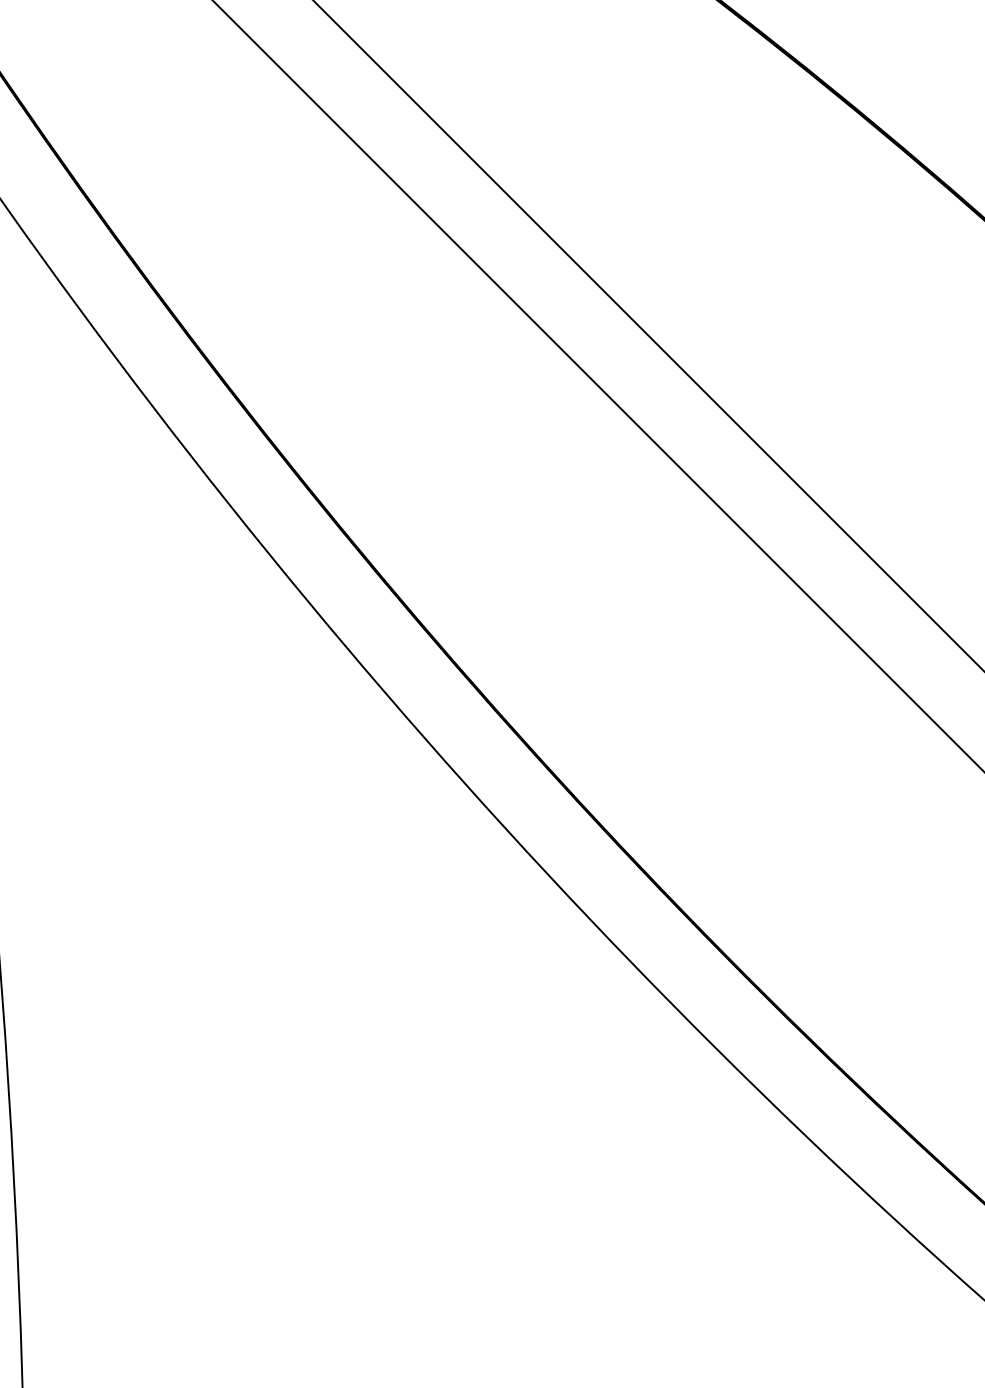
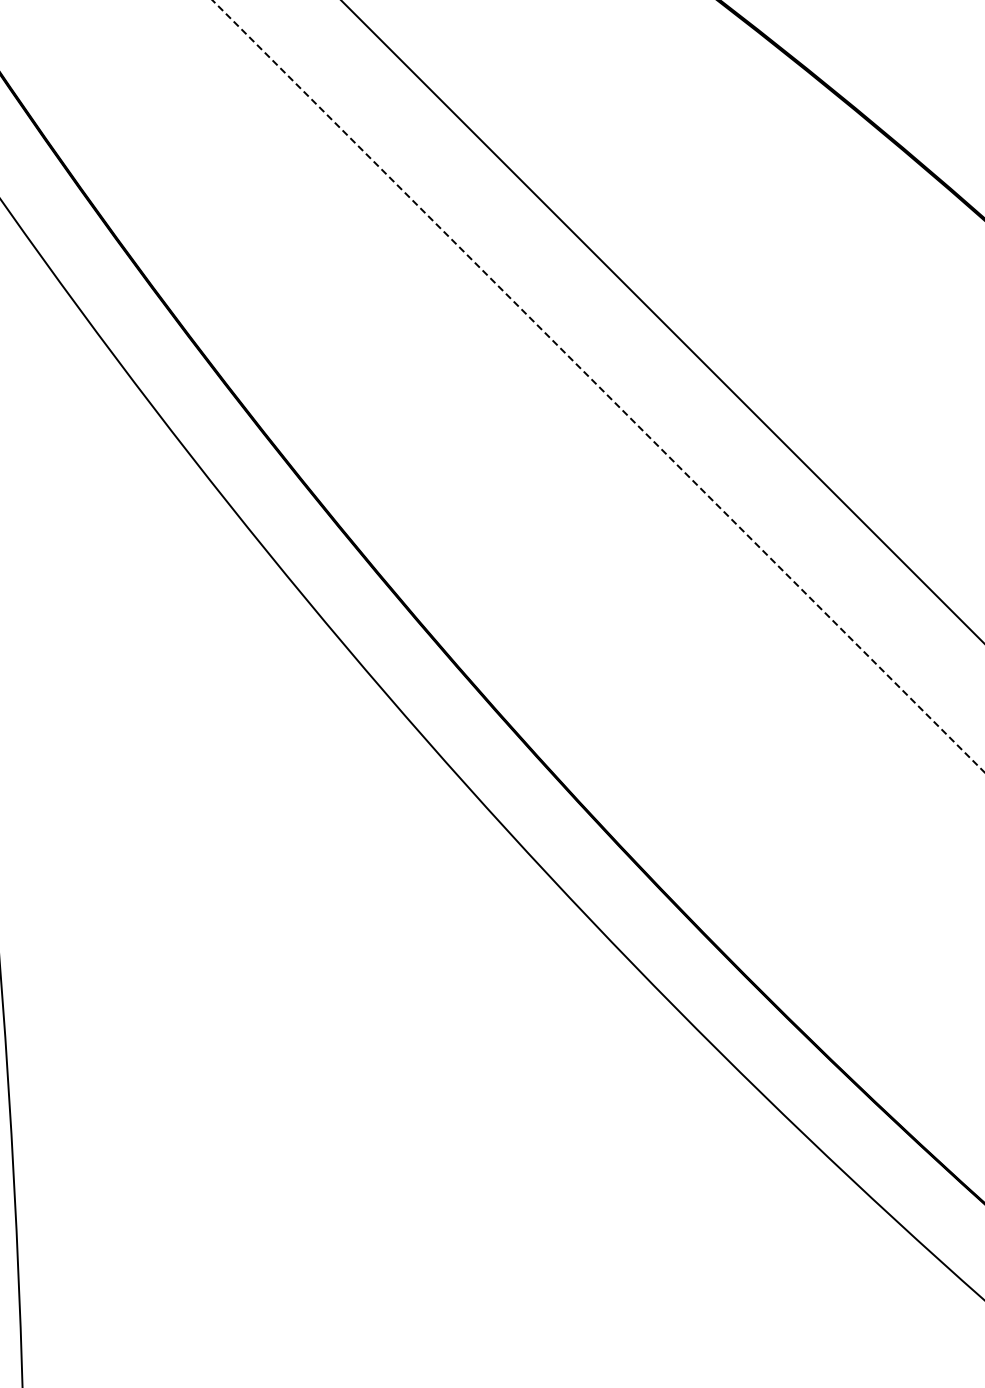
line at (647, 335) position: (647, 335) -> (661, 321)
line at (598, 386): solid -> dashed
